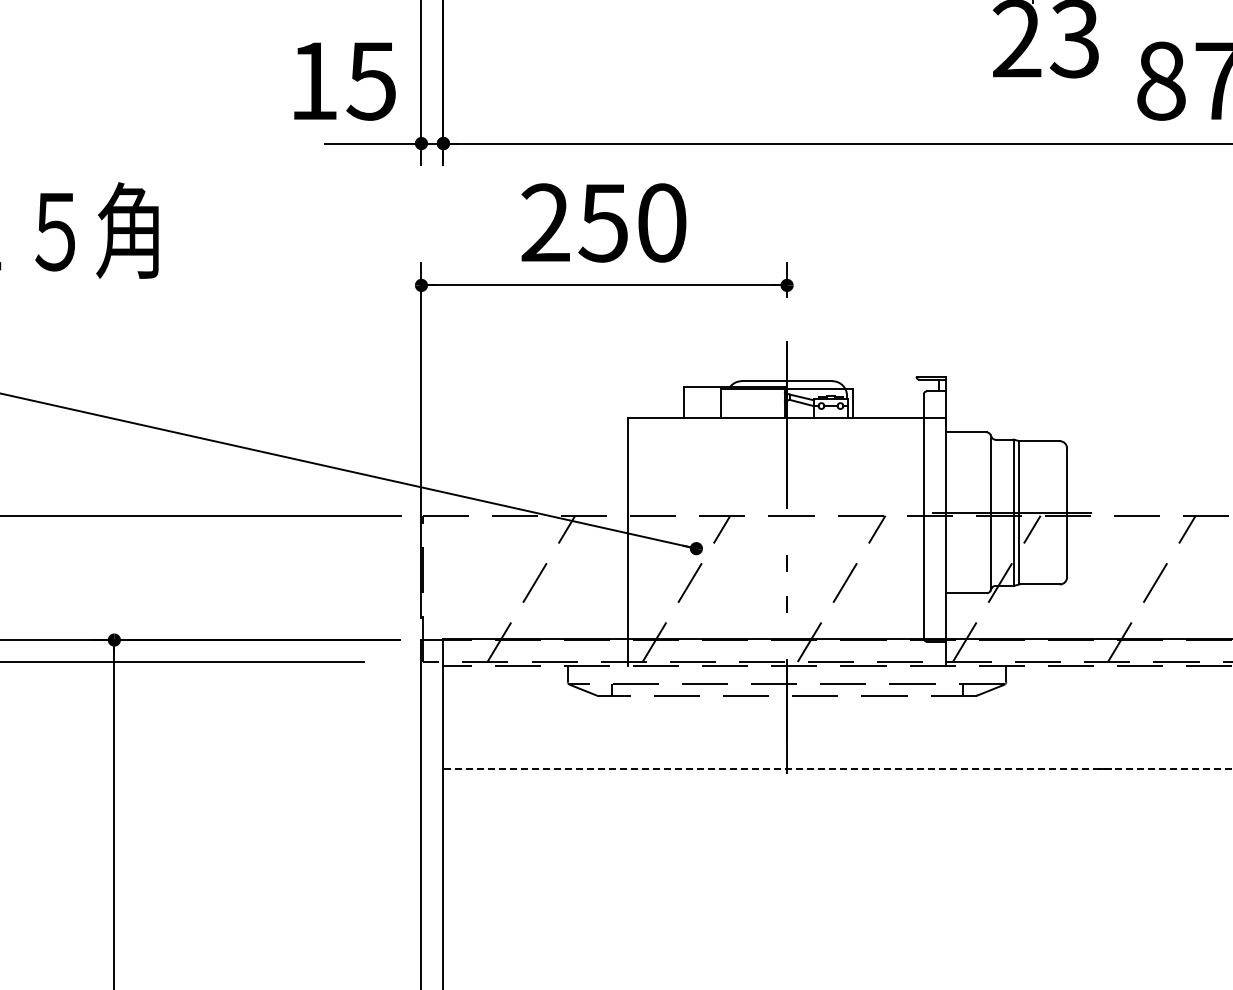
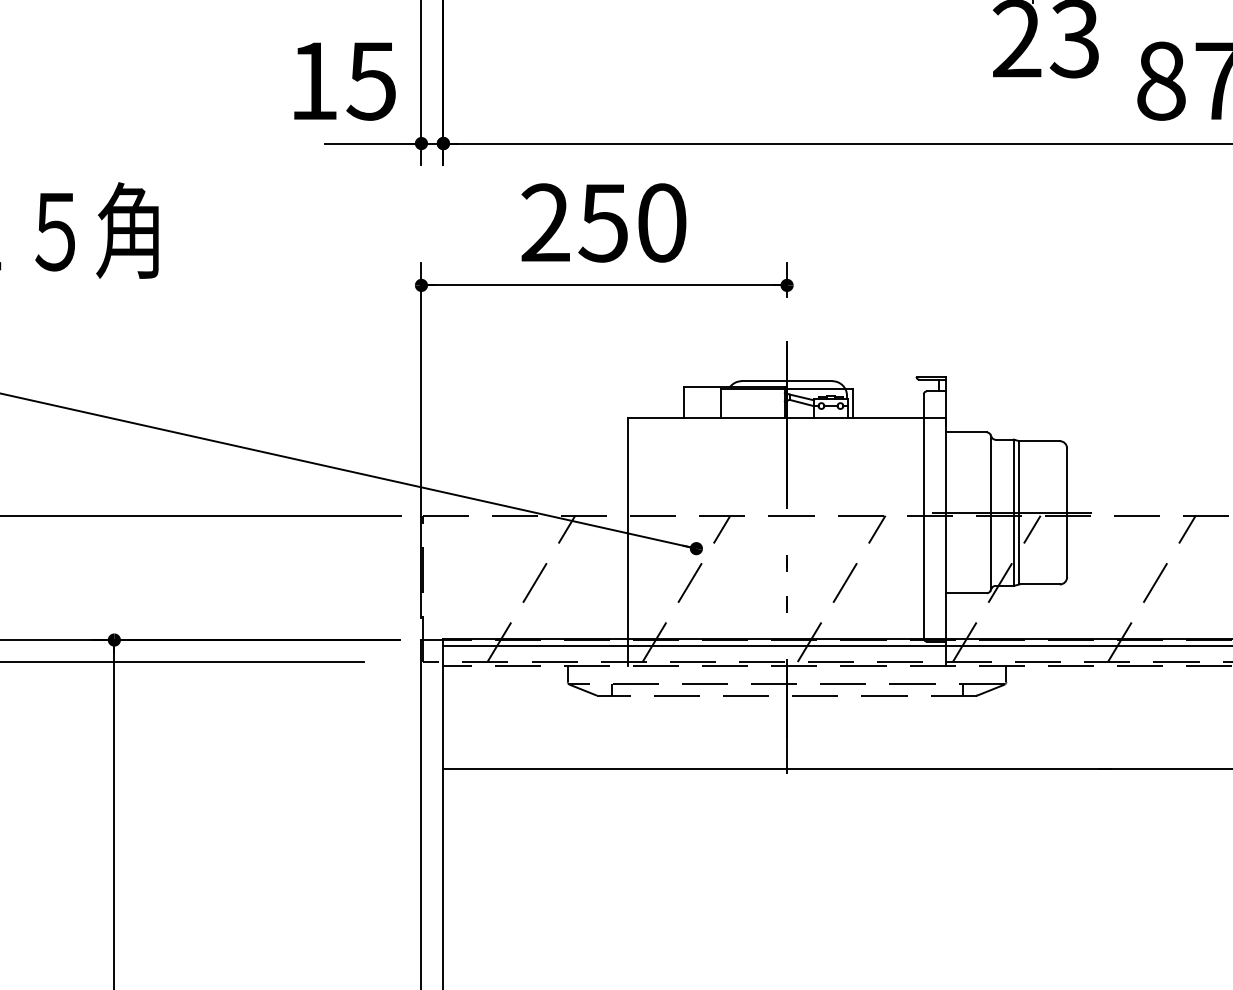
line at (836, 645): none -> present
line at (838, 768): dashed -> solid
